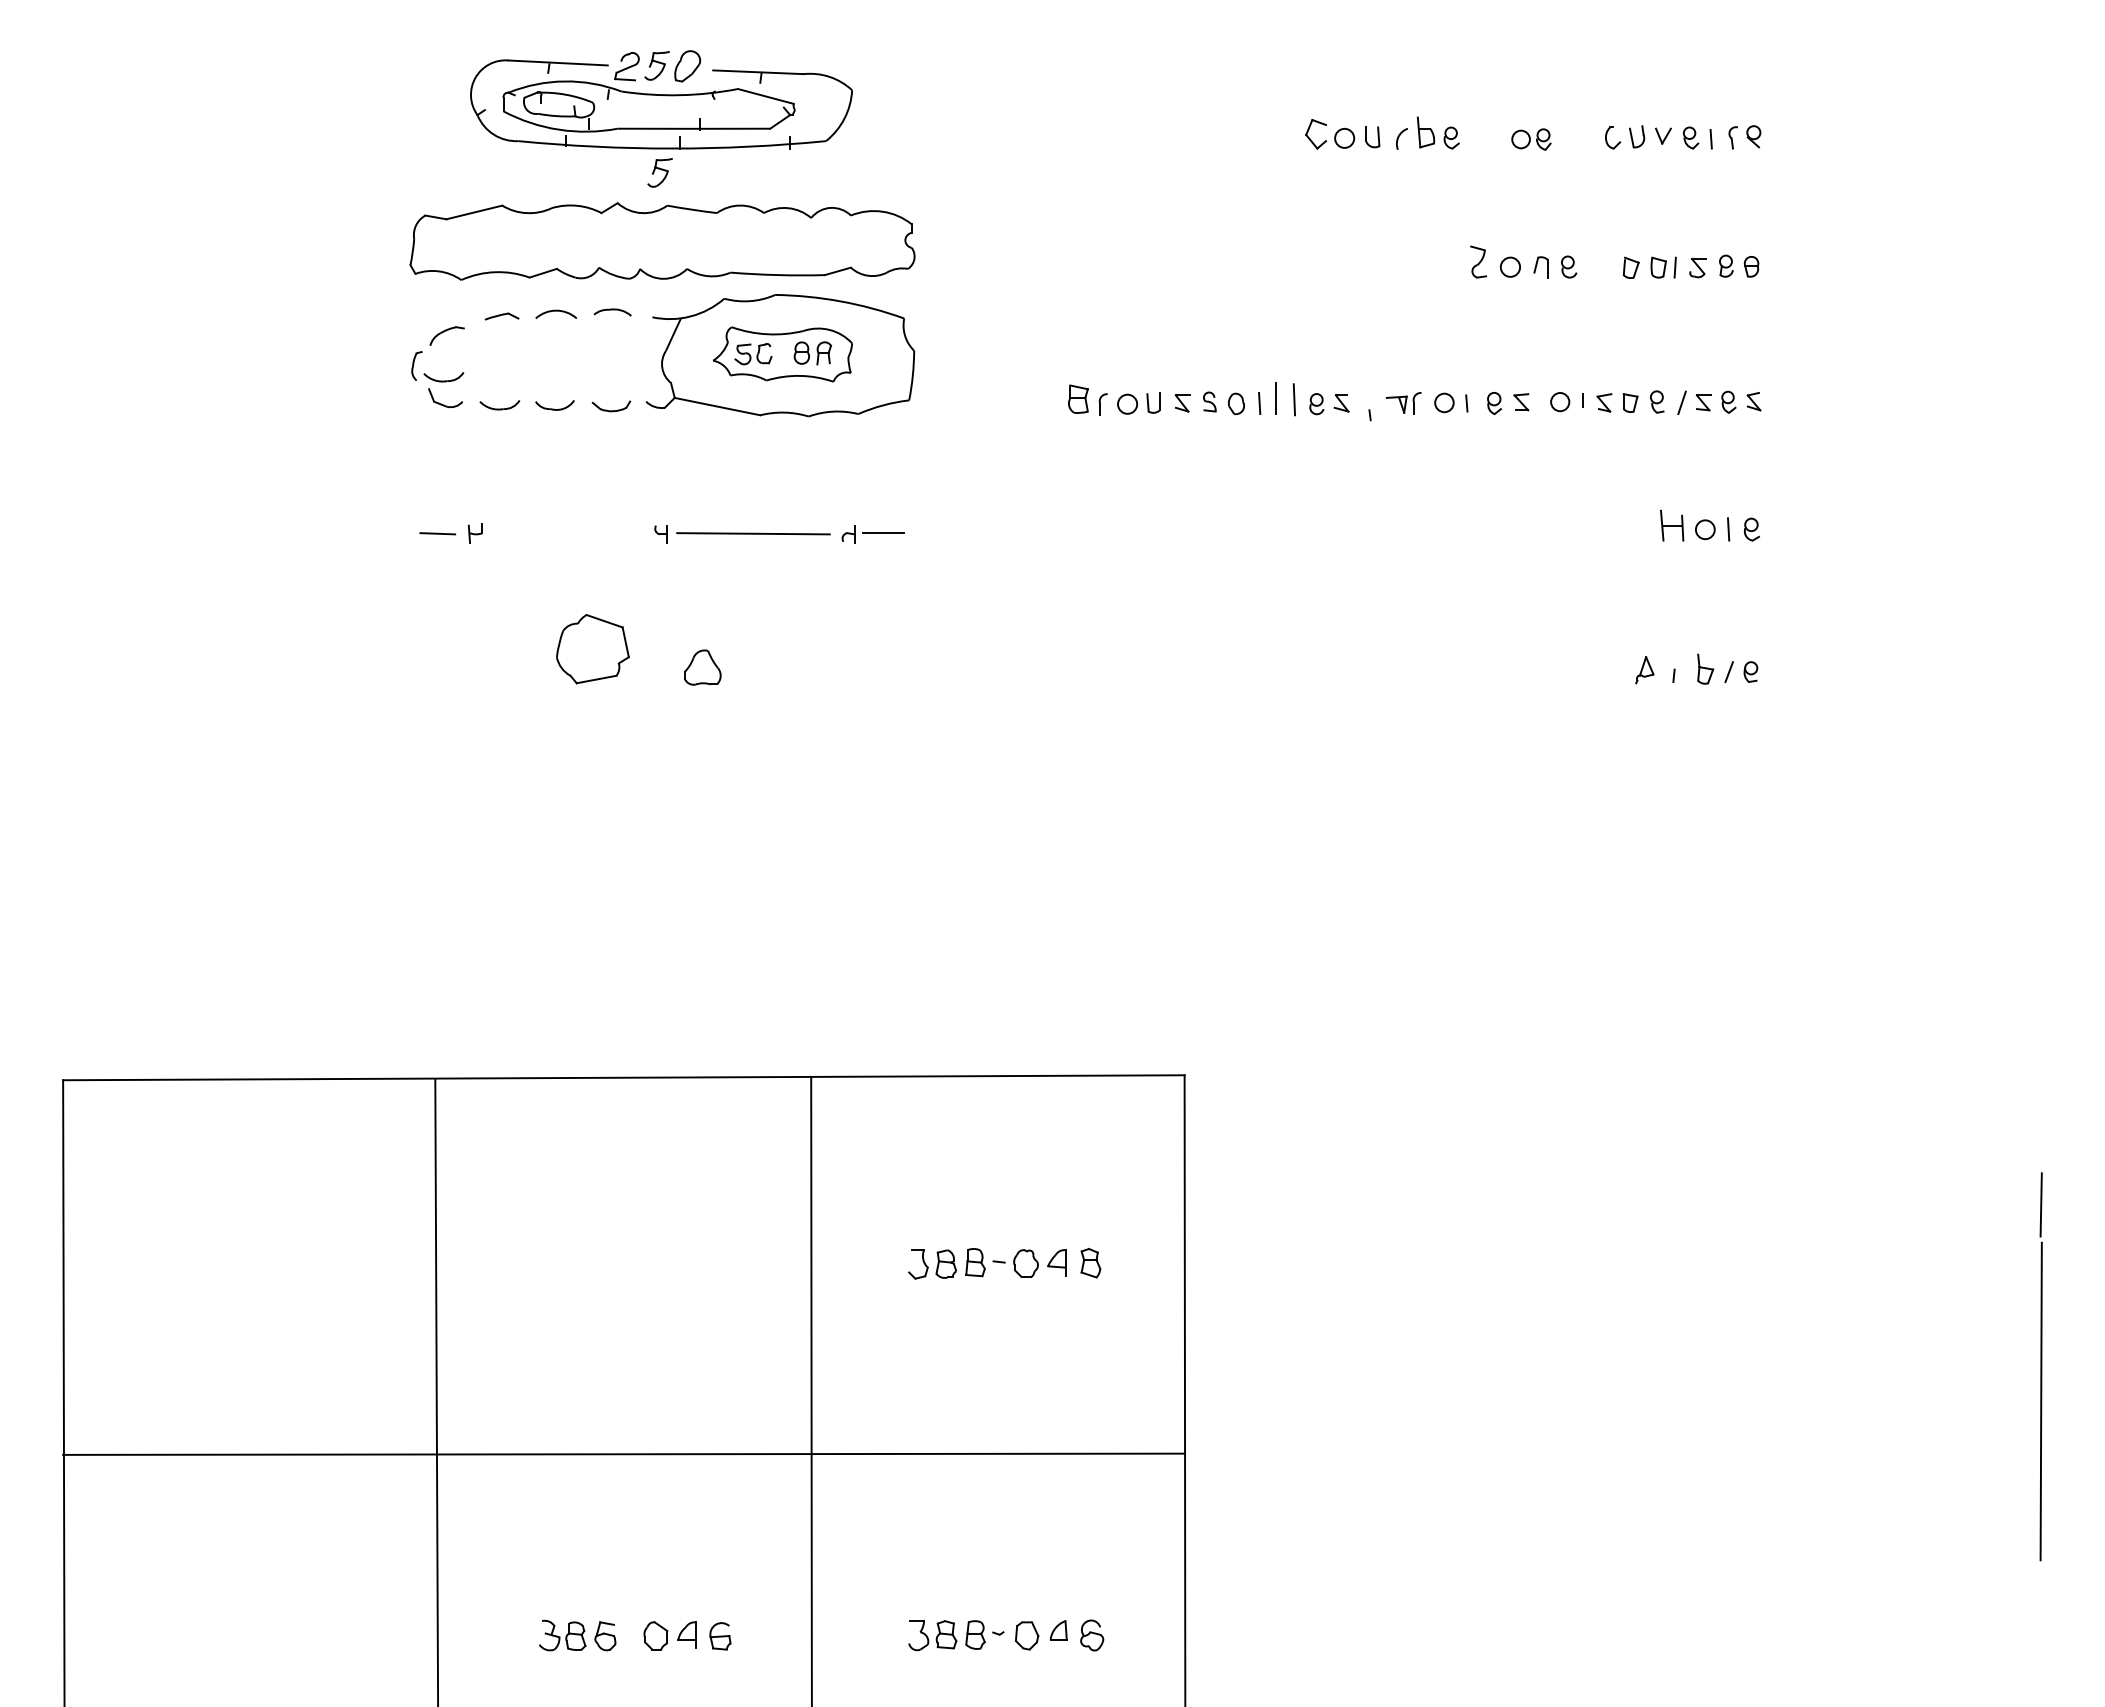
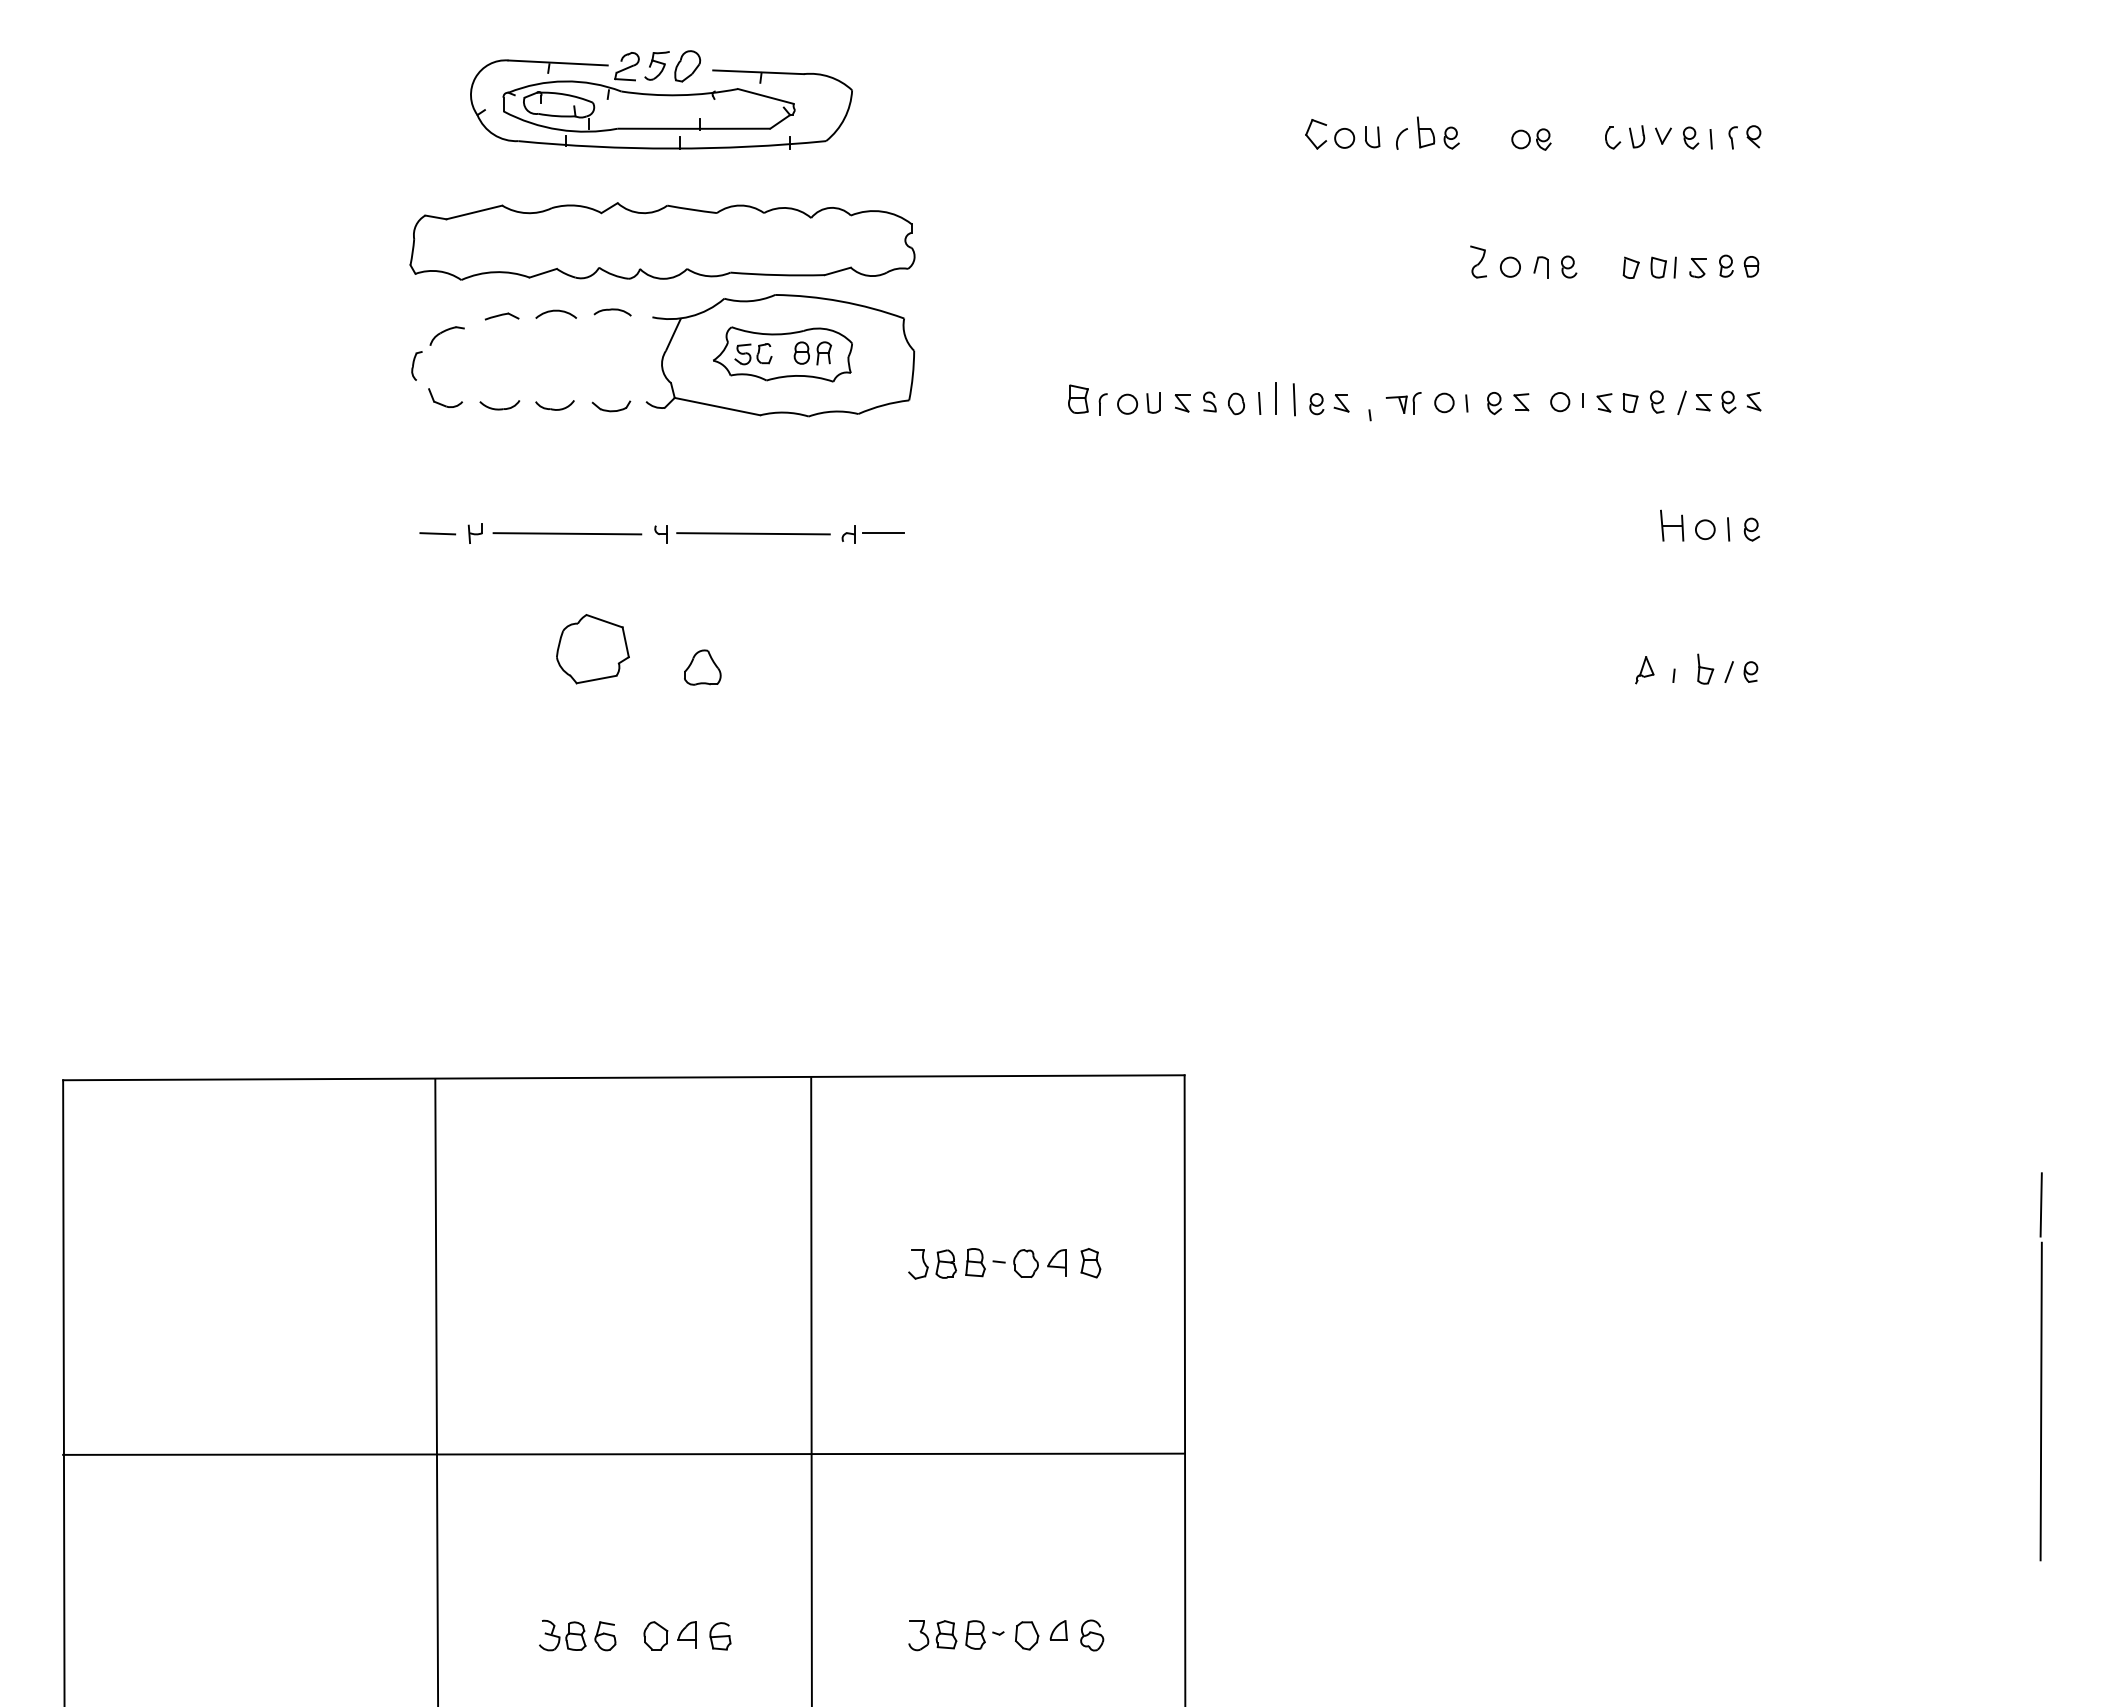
part at (659, 172): present -> none
part at (443, 377): present -> none
line at (567, 533): none -> present
